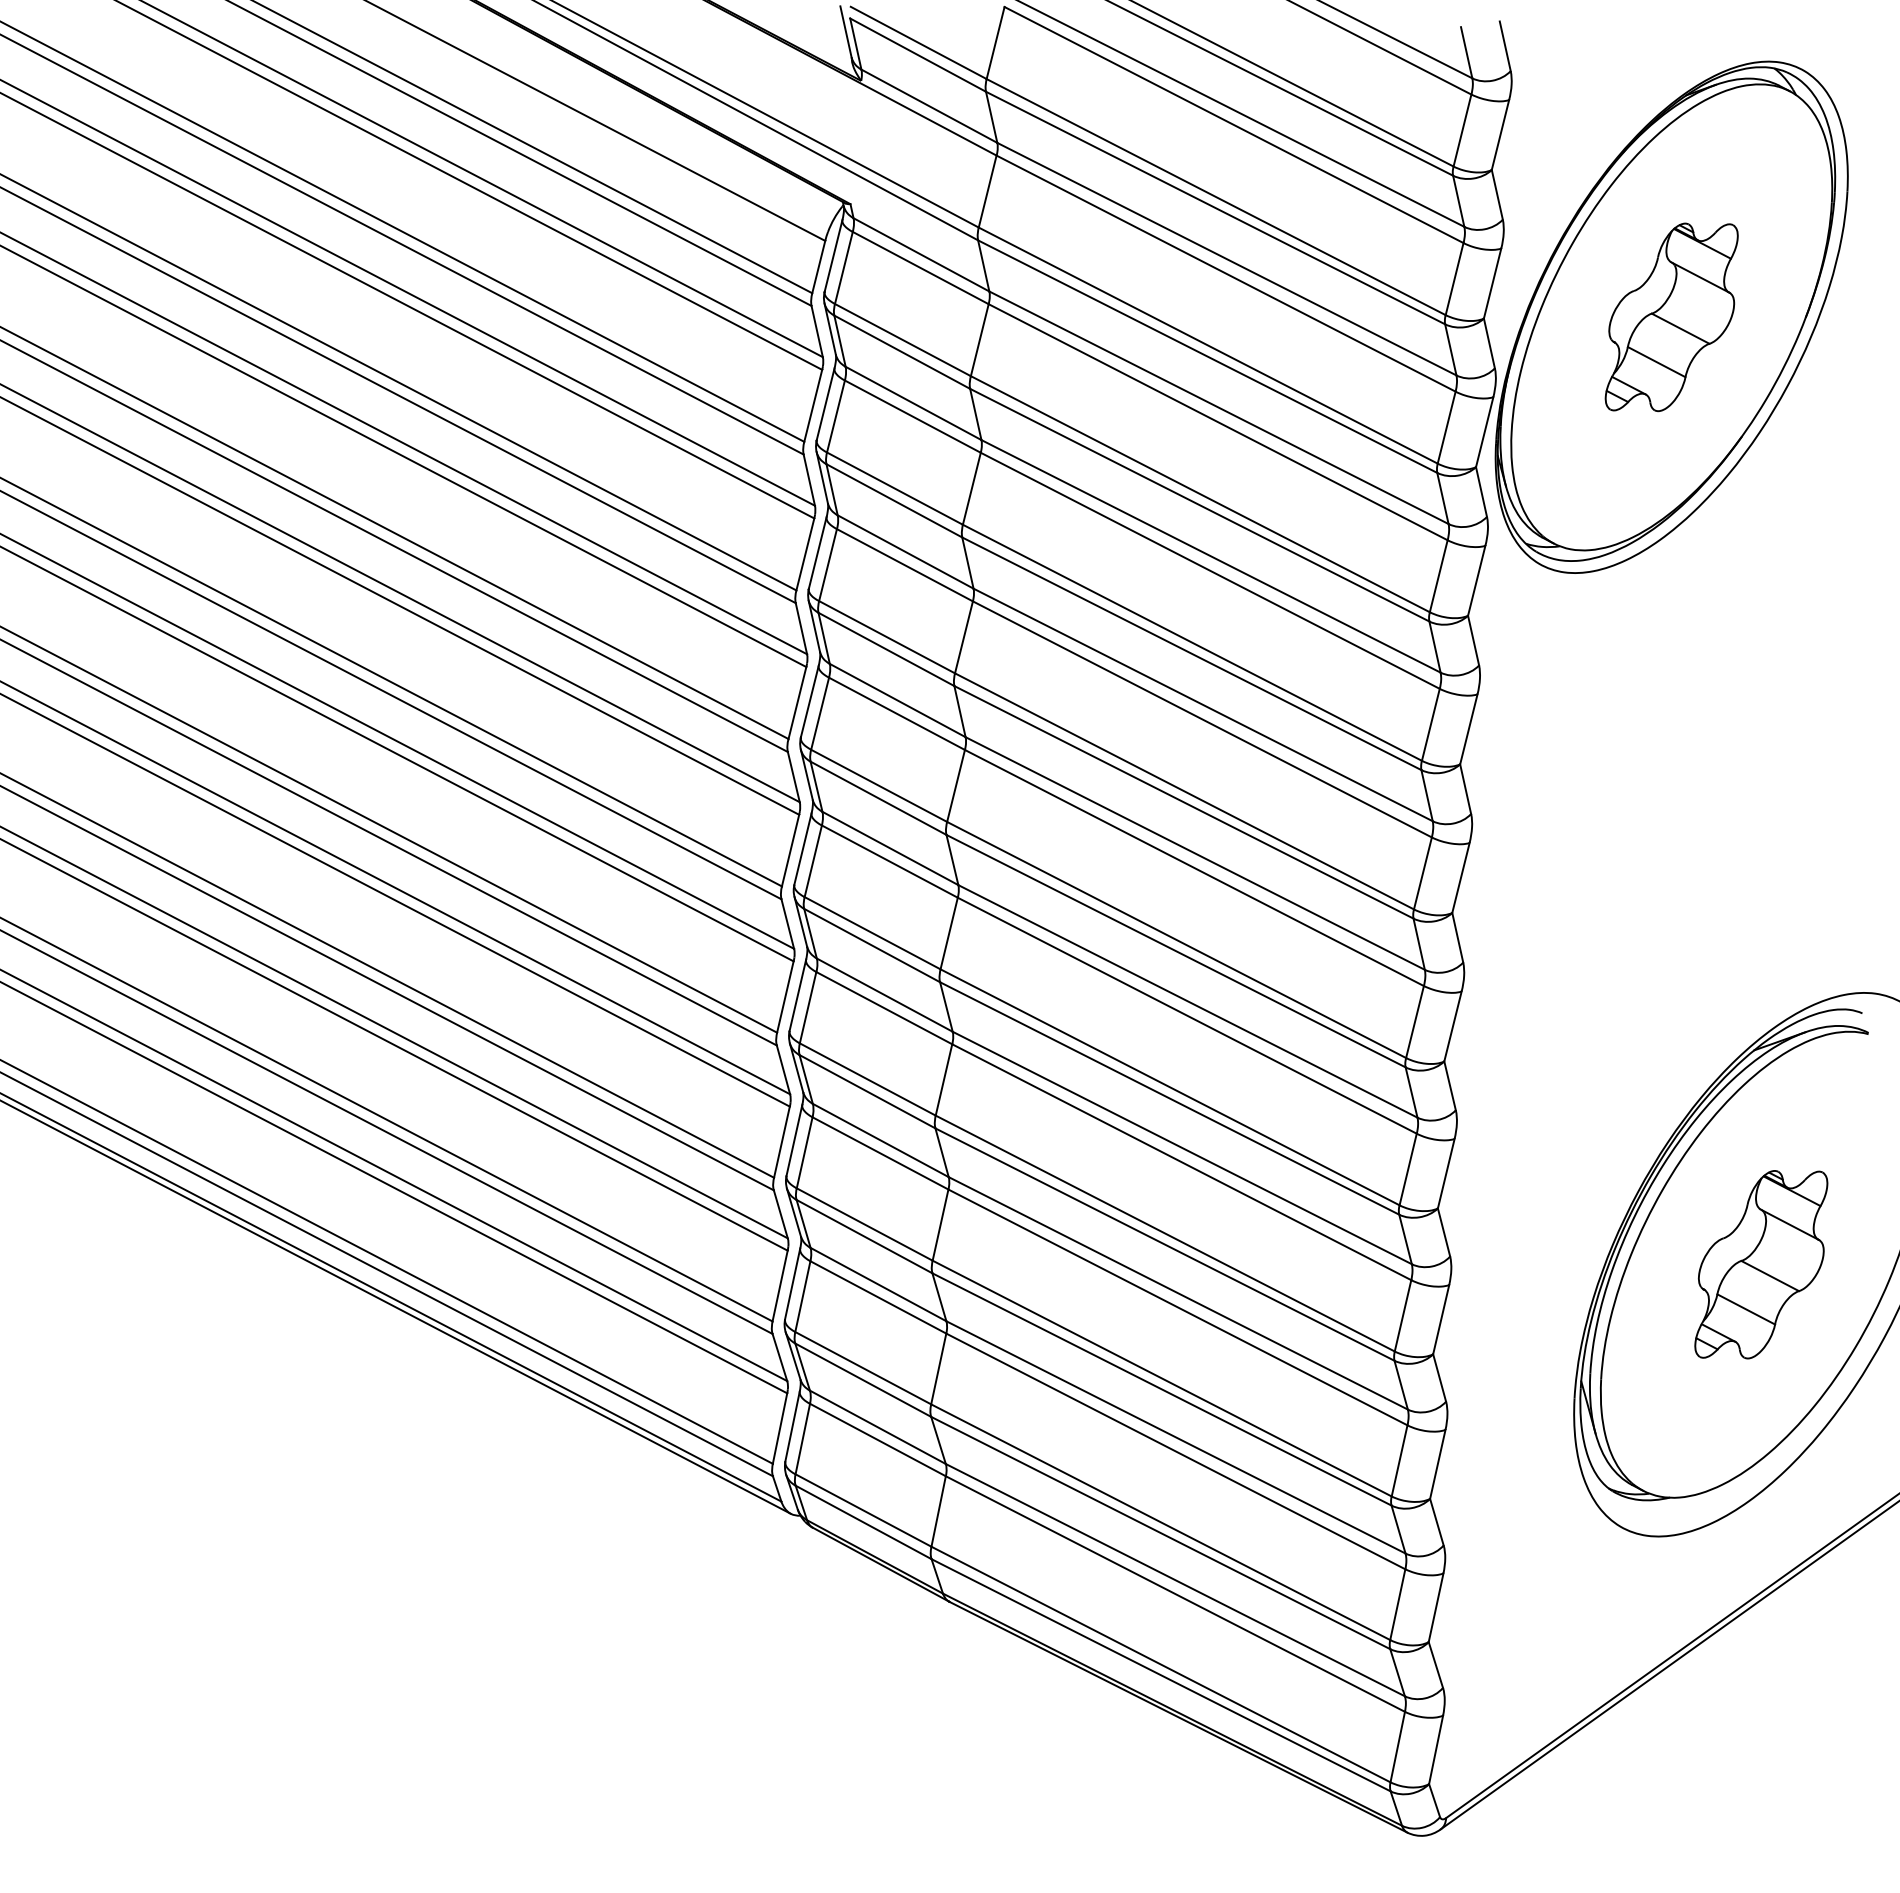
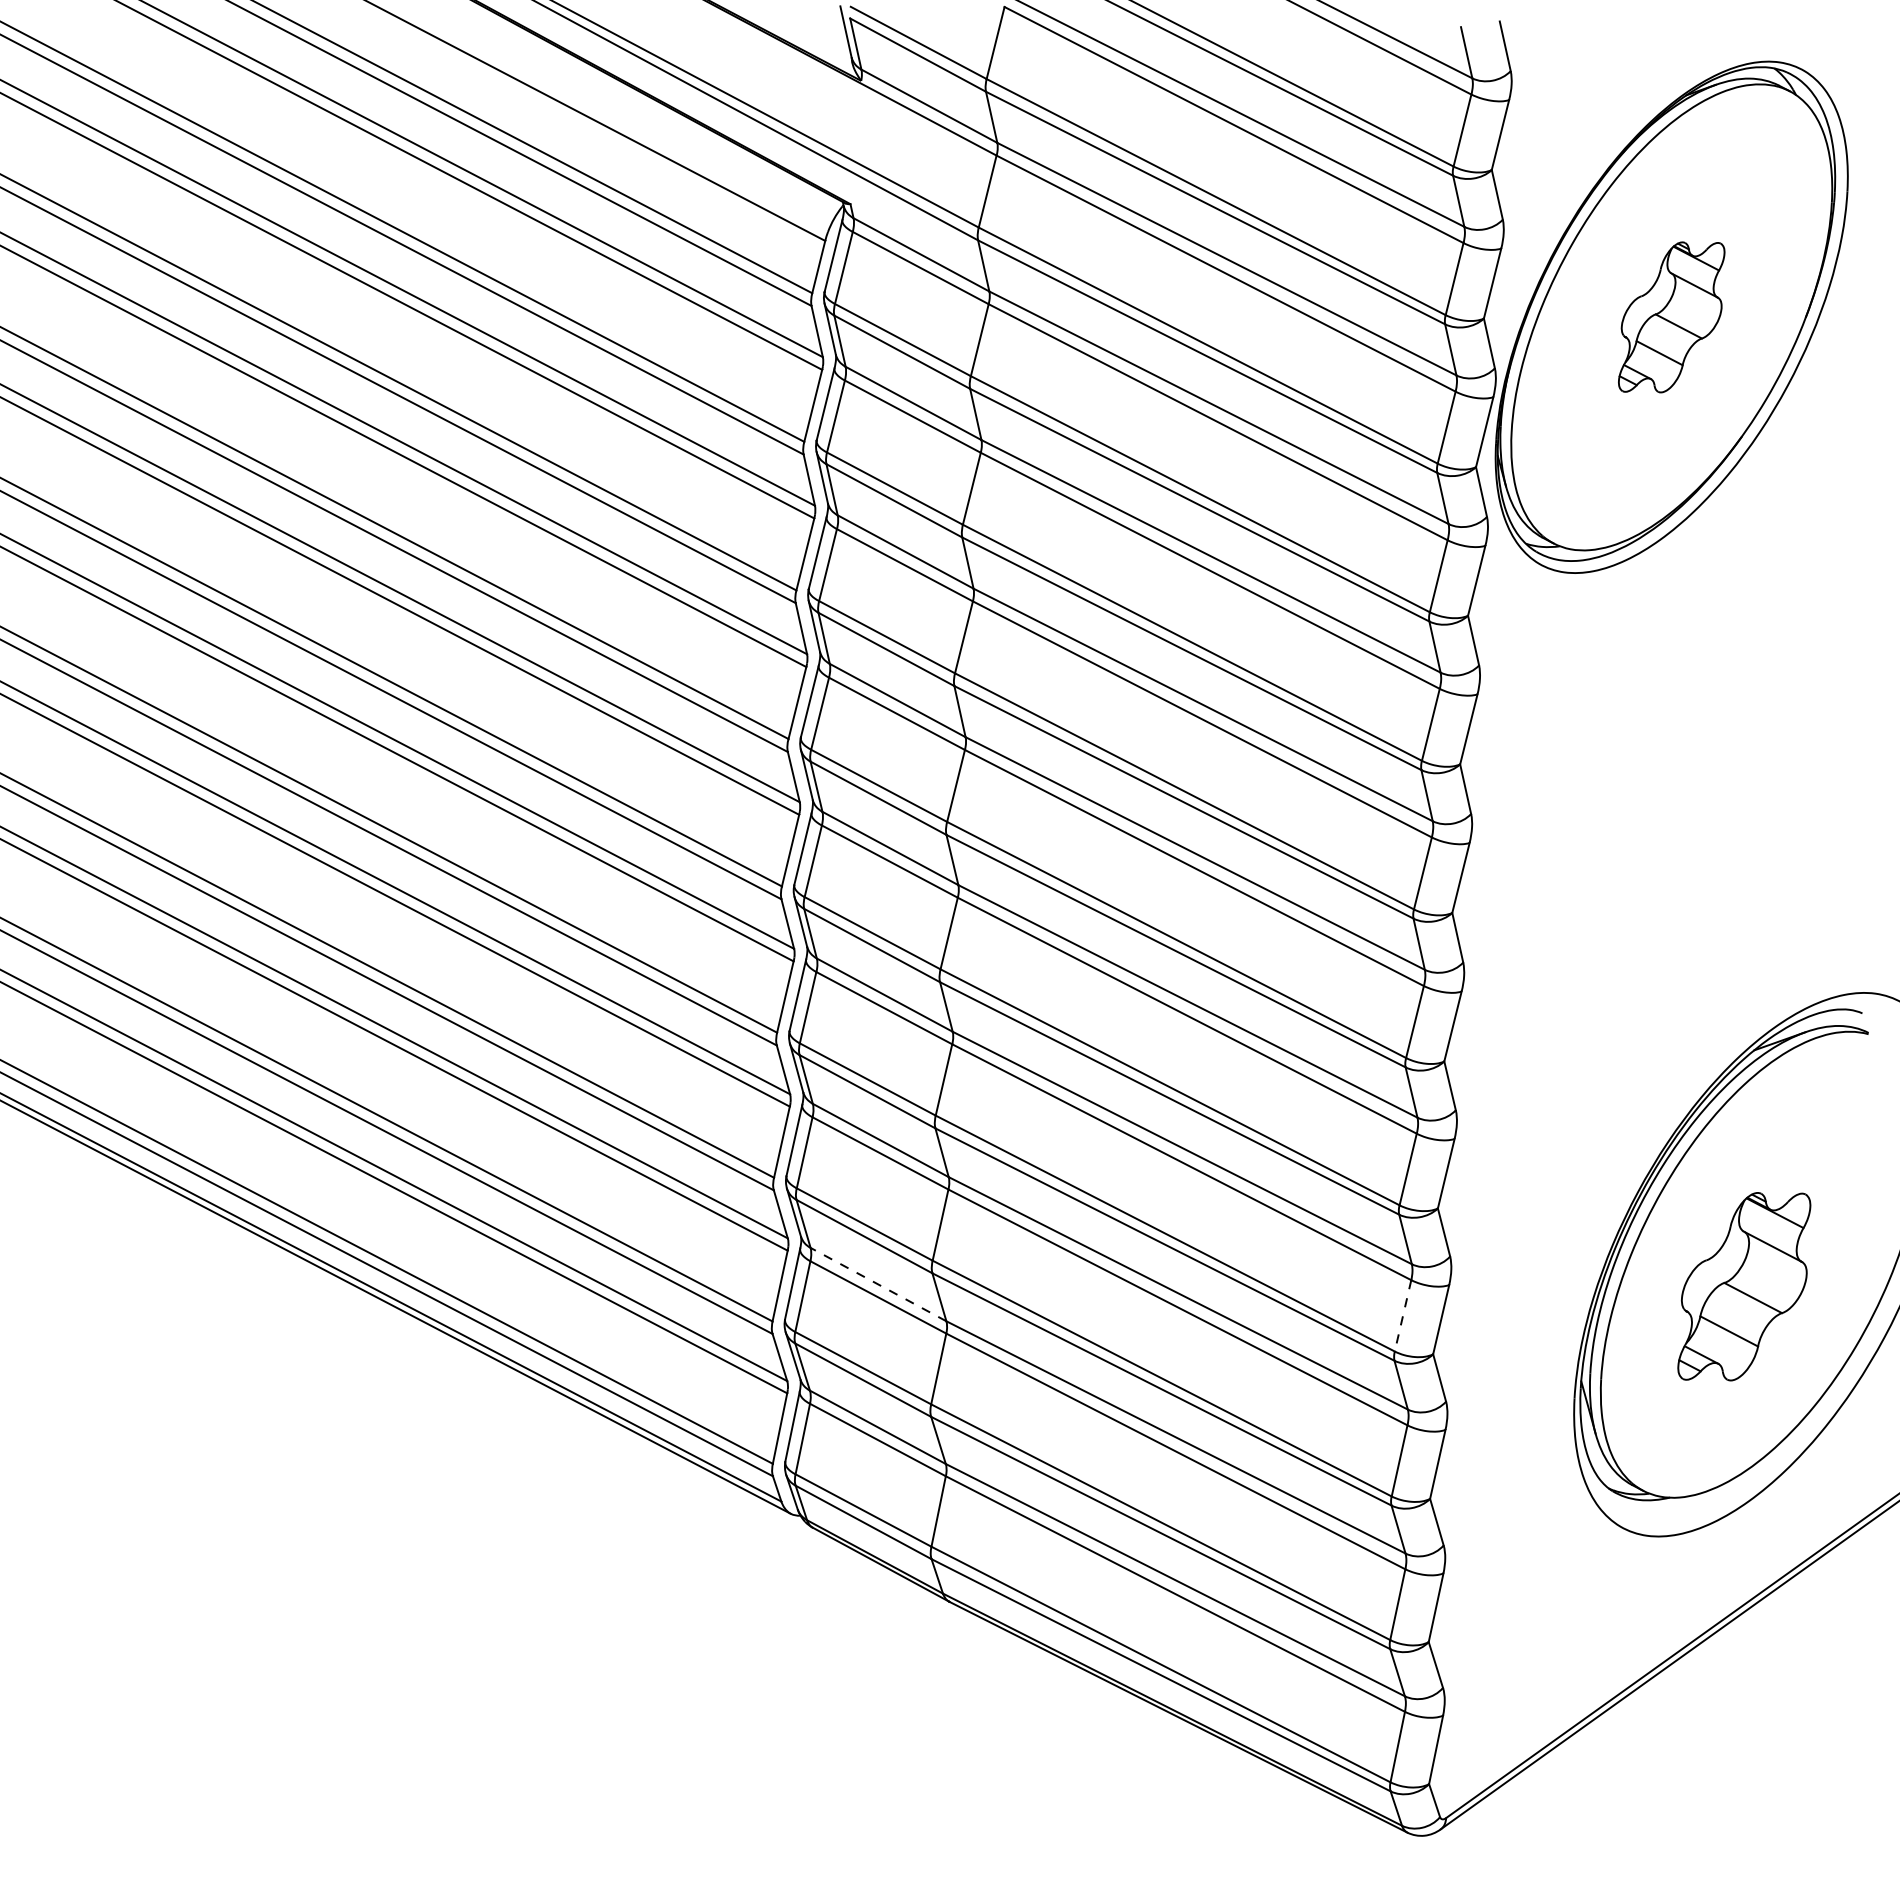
part at (1671, 317) size: 135x191 px -> 108x153 px
part at (1761, 1264) position: (1761, 1264) -> (1744, 1286)
line at (878, 1284): solid -> dashed
line at (1403, 1315): solid -> dashed
